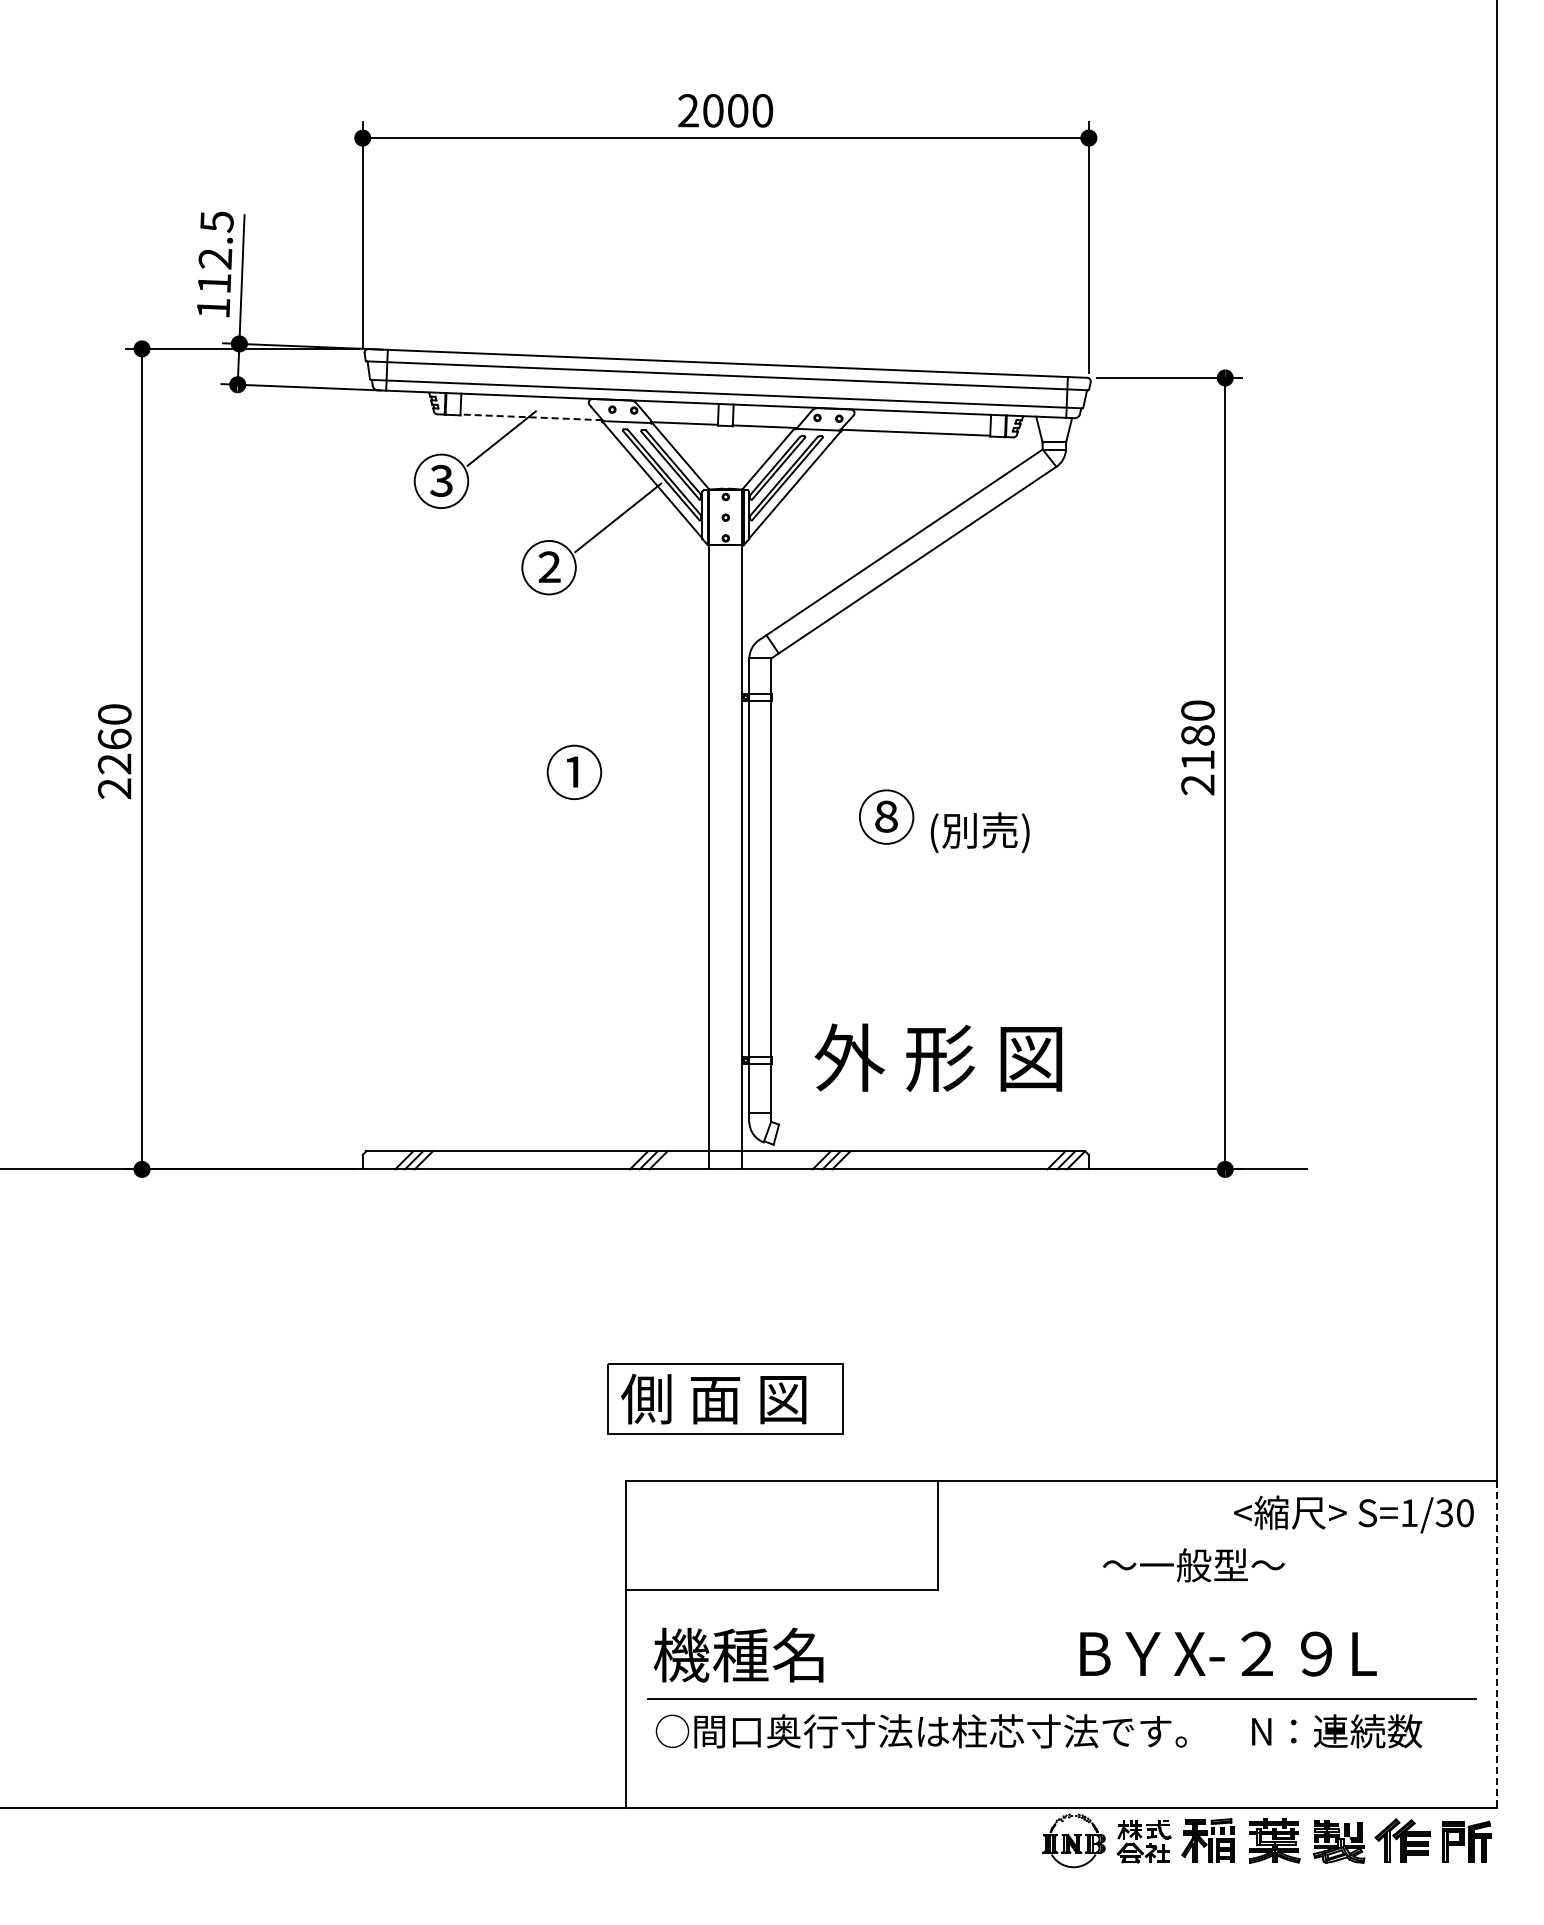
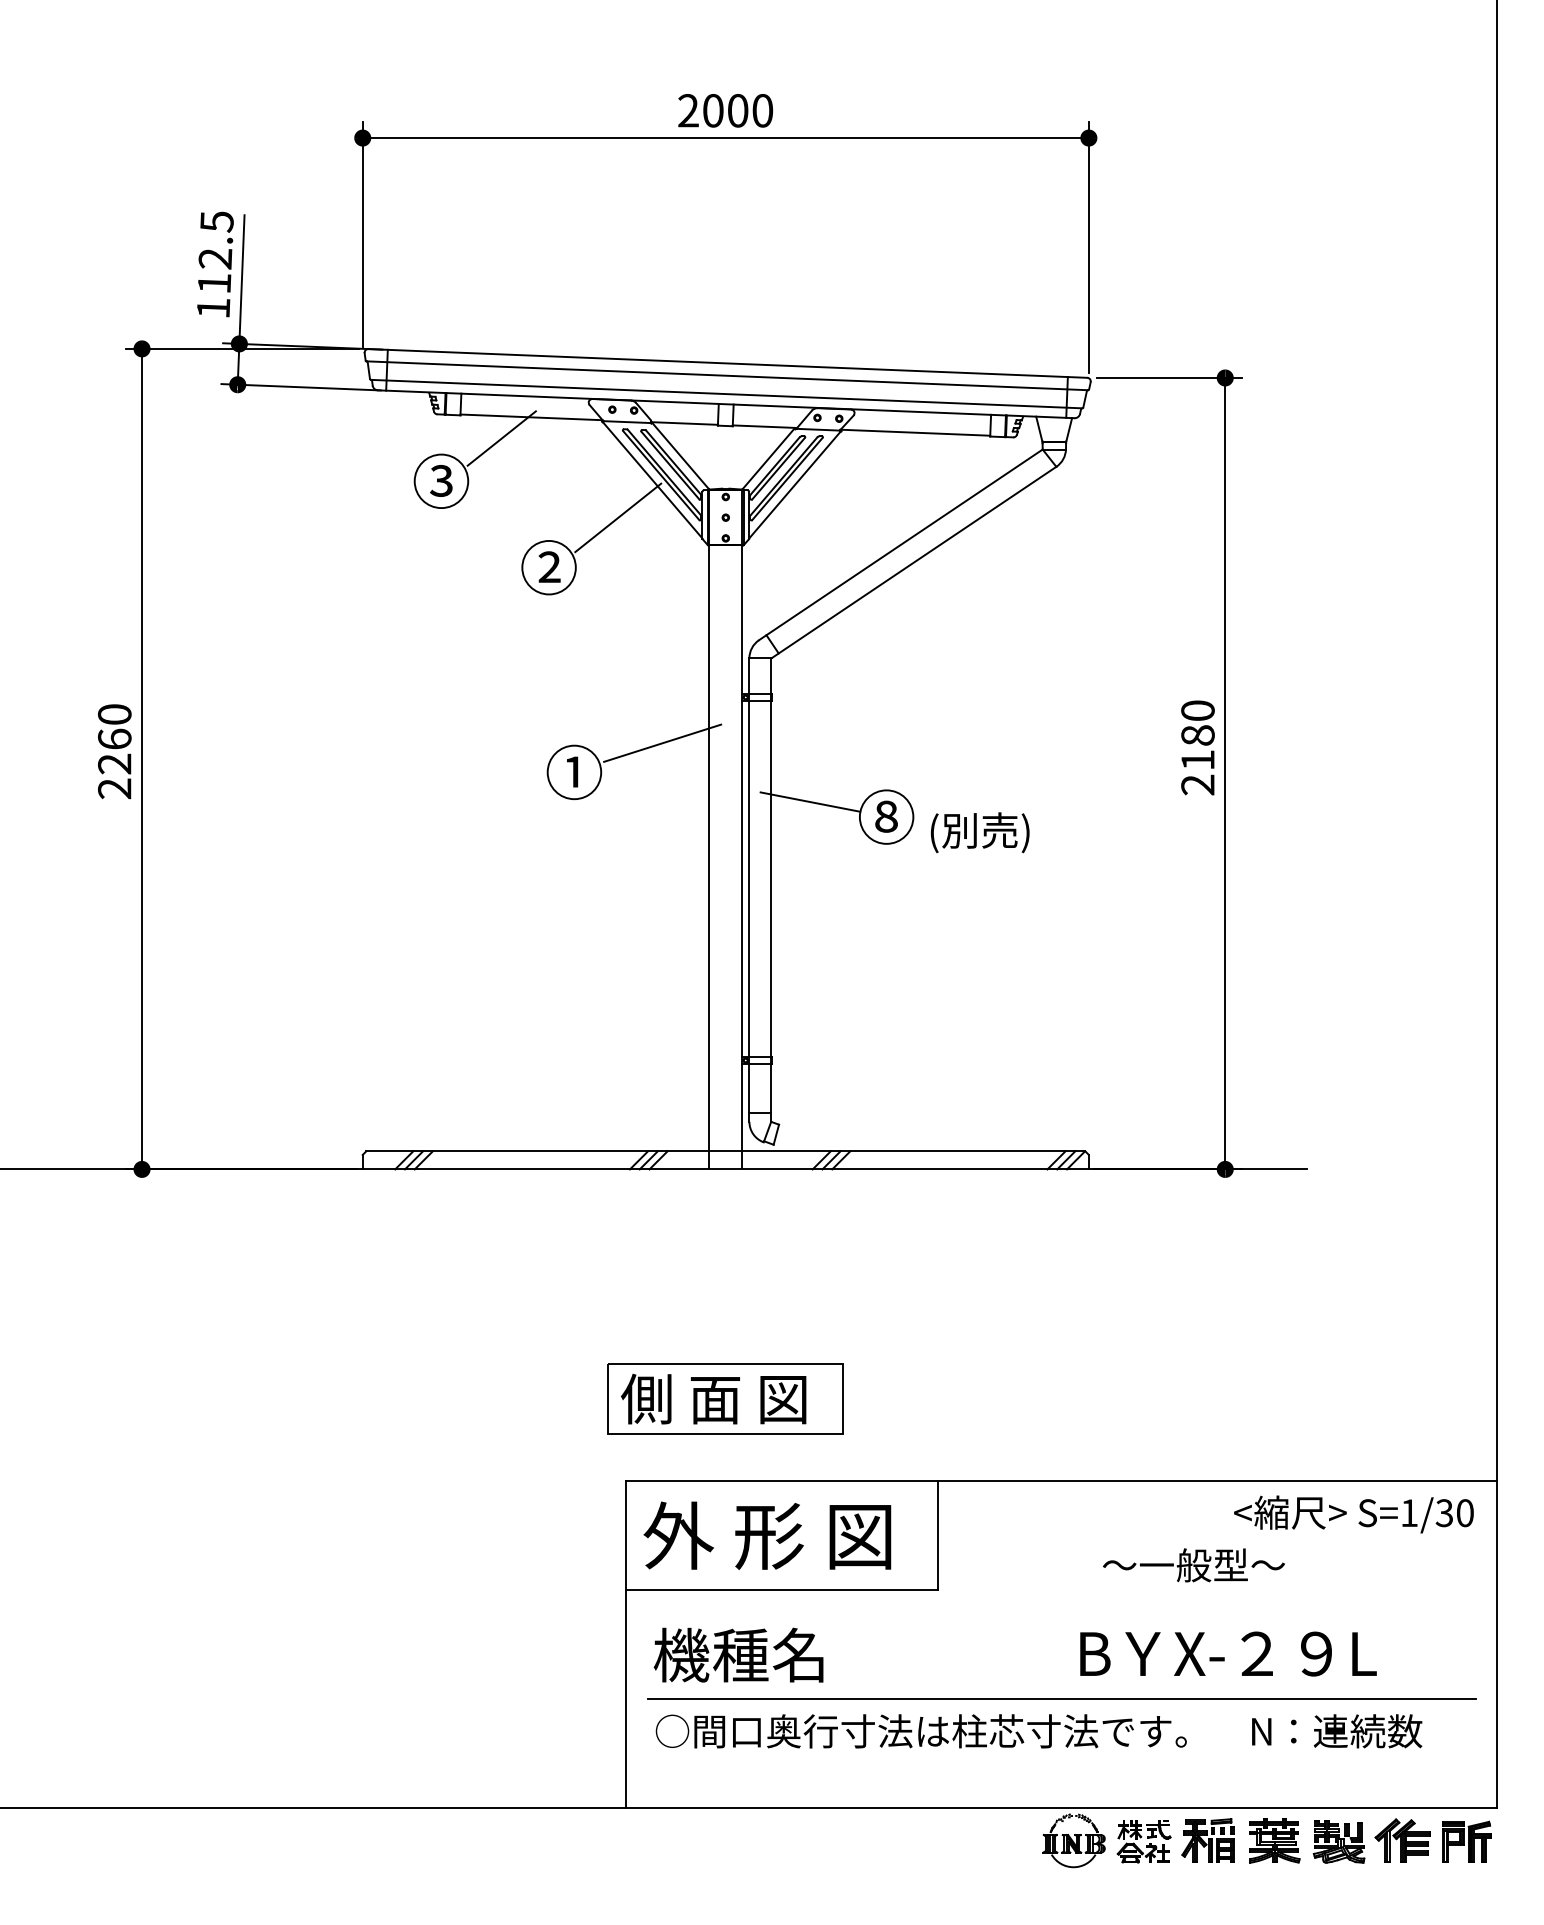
line at (531, 417): dashed -> solid
line at (662, 742): none -> present
line at (810, 801): none -> present
text at (938, 1057) position: (938, 1057) -> (767, 1535)
line at (1497, 1644): dashed -> solid
